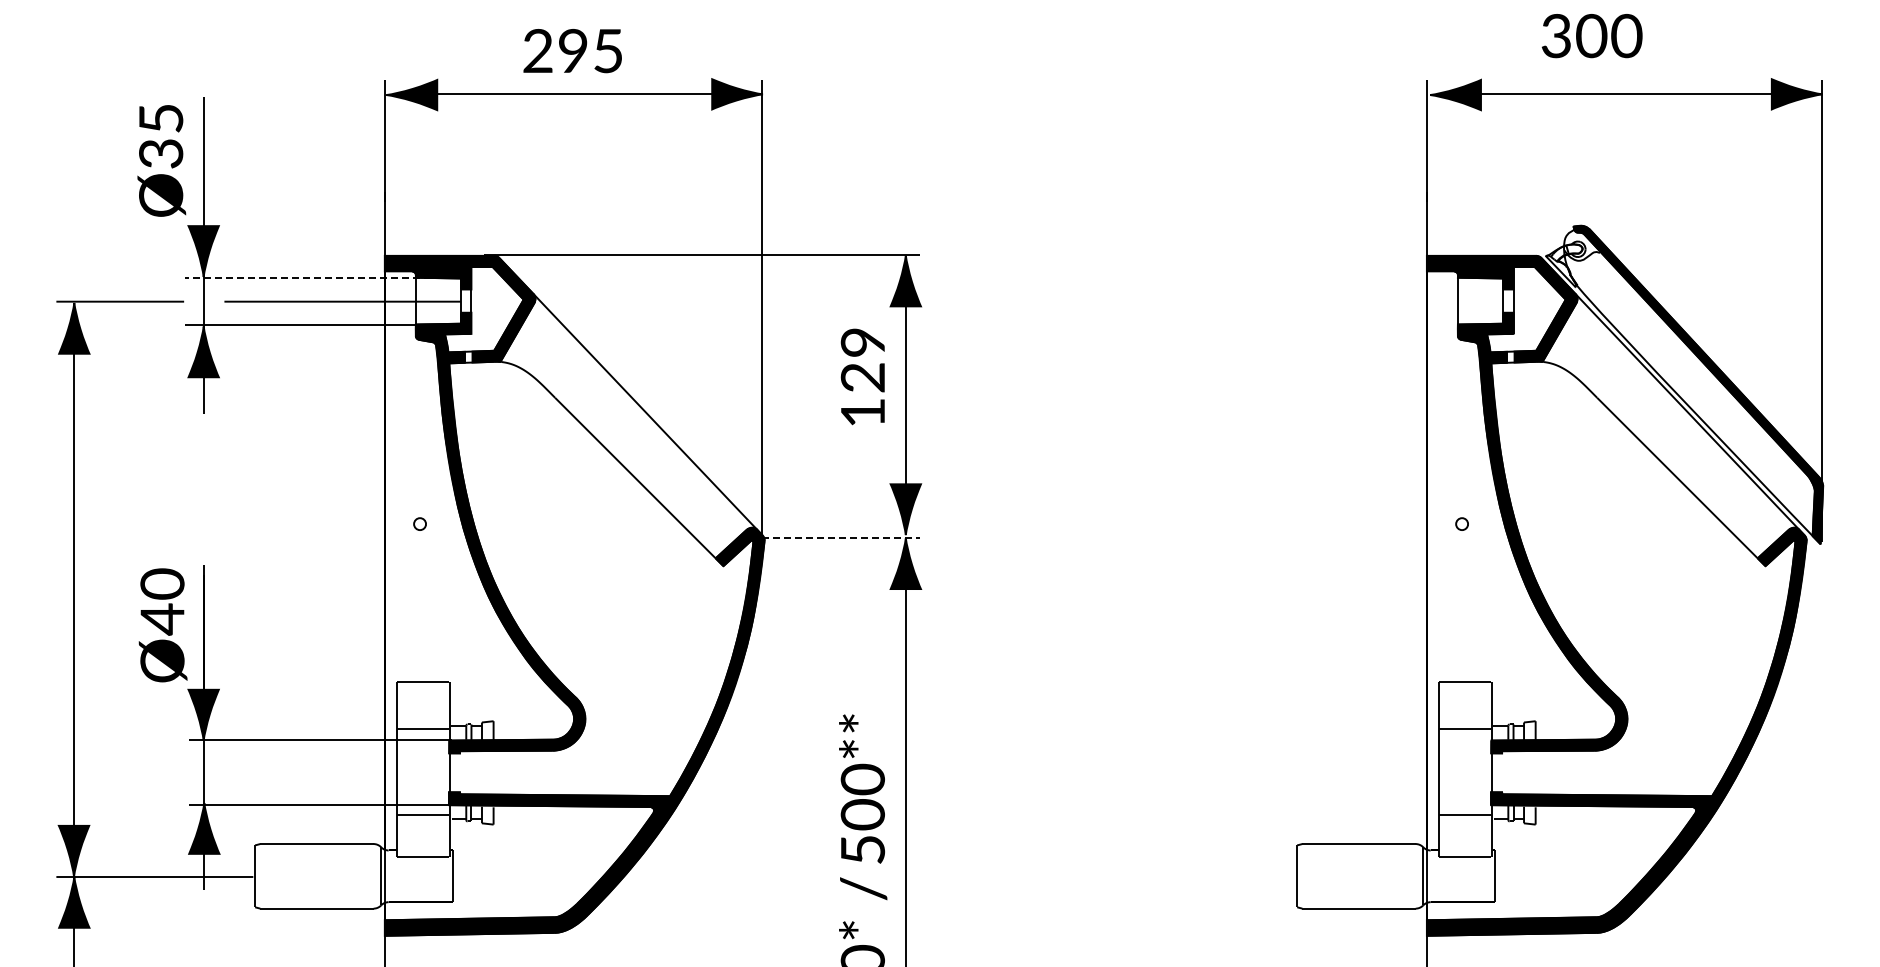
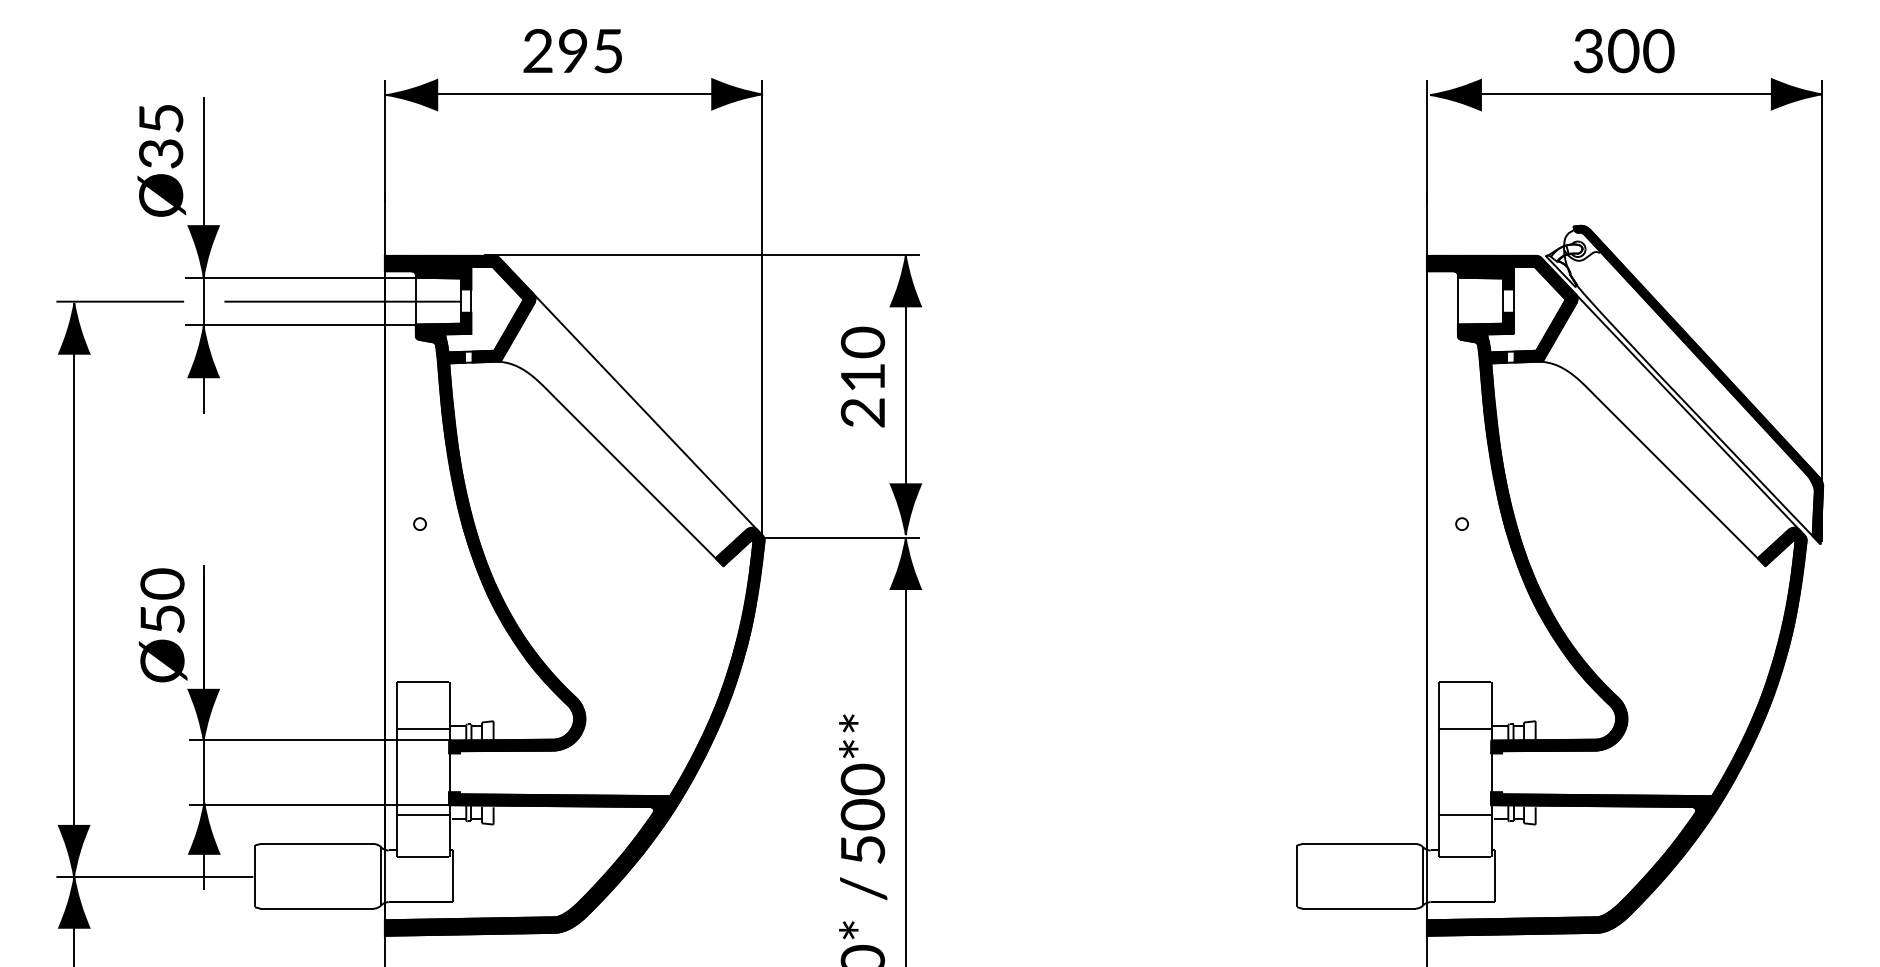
text at (1591, 36) position: (1591, 36) -> (1623, 51)
line at (307, 277): dashed -> solid
text at (862, 376): 129 -> 210
line at (841, 537): dashed -> solid
text at (162, 619): Ø40 -> Ø50
